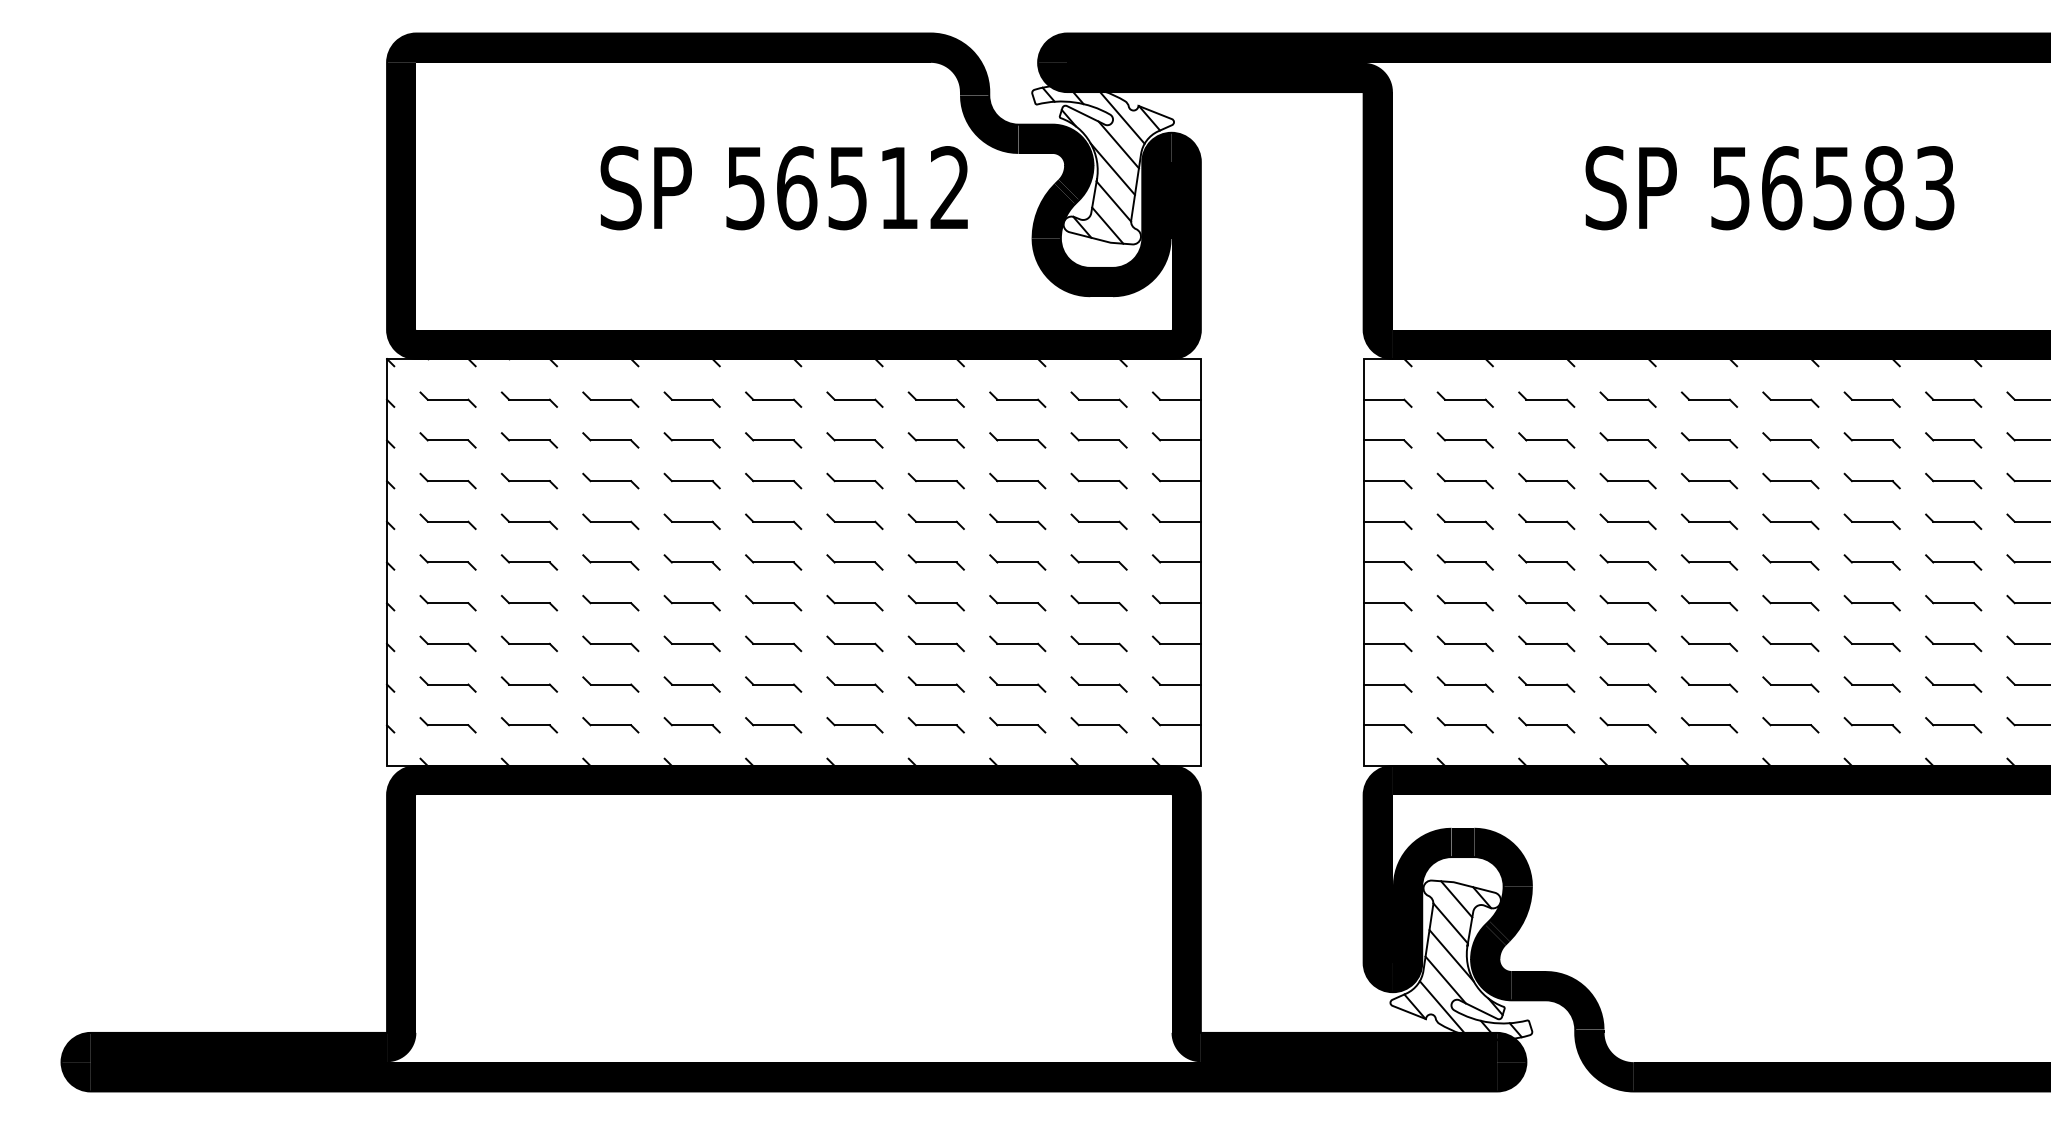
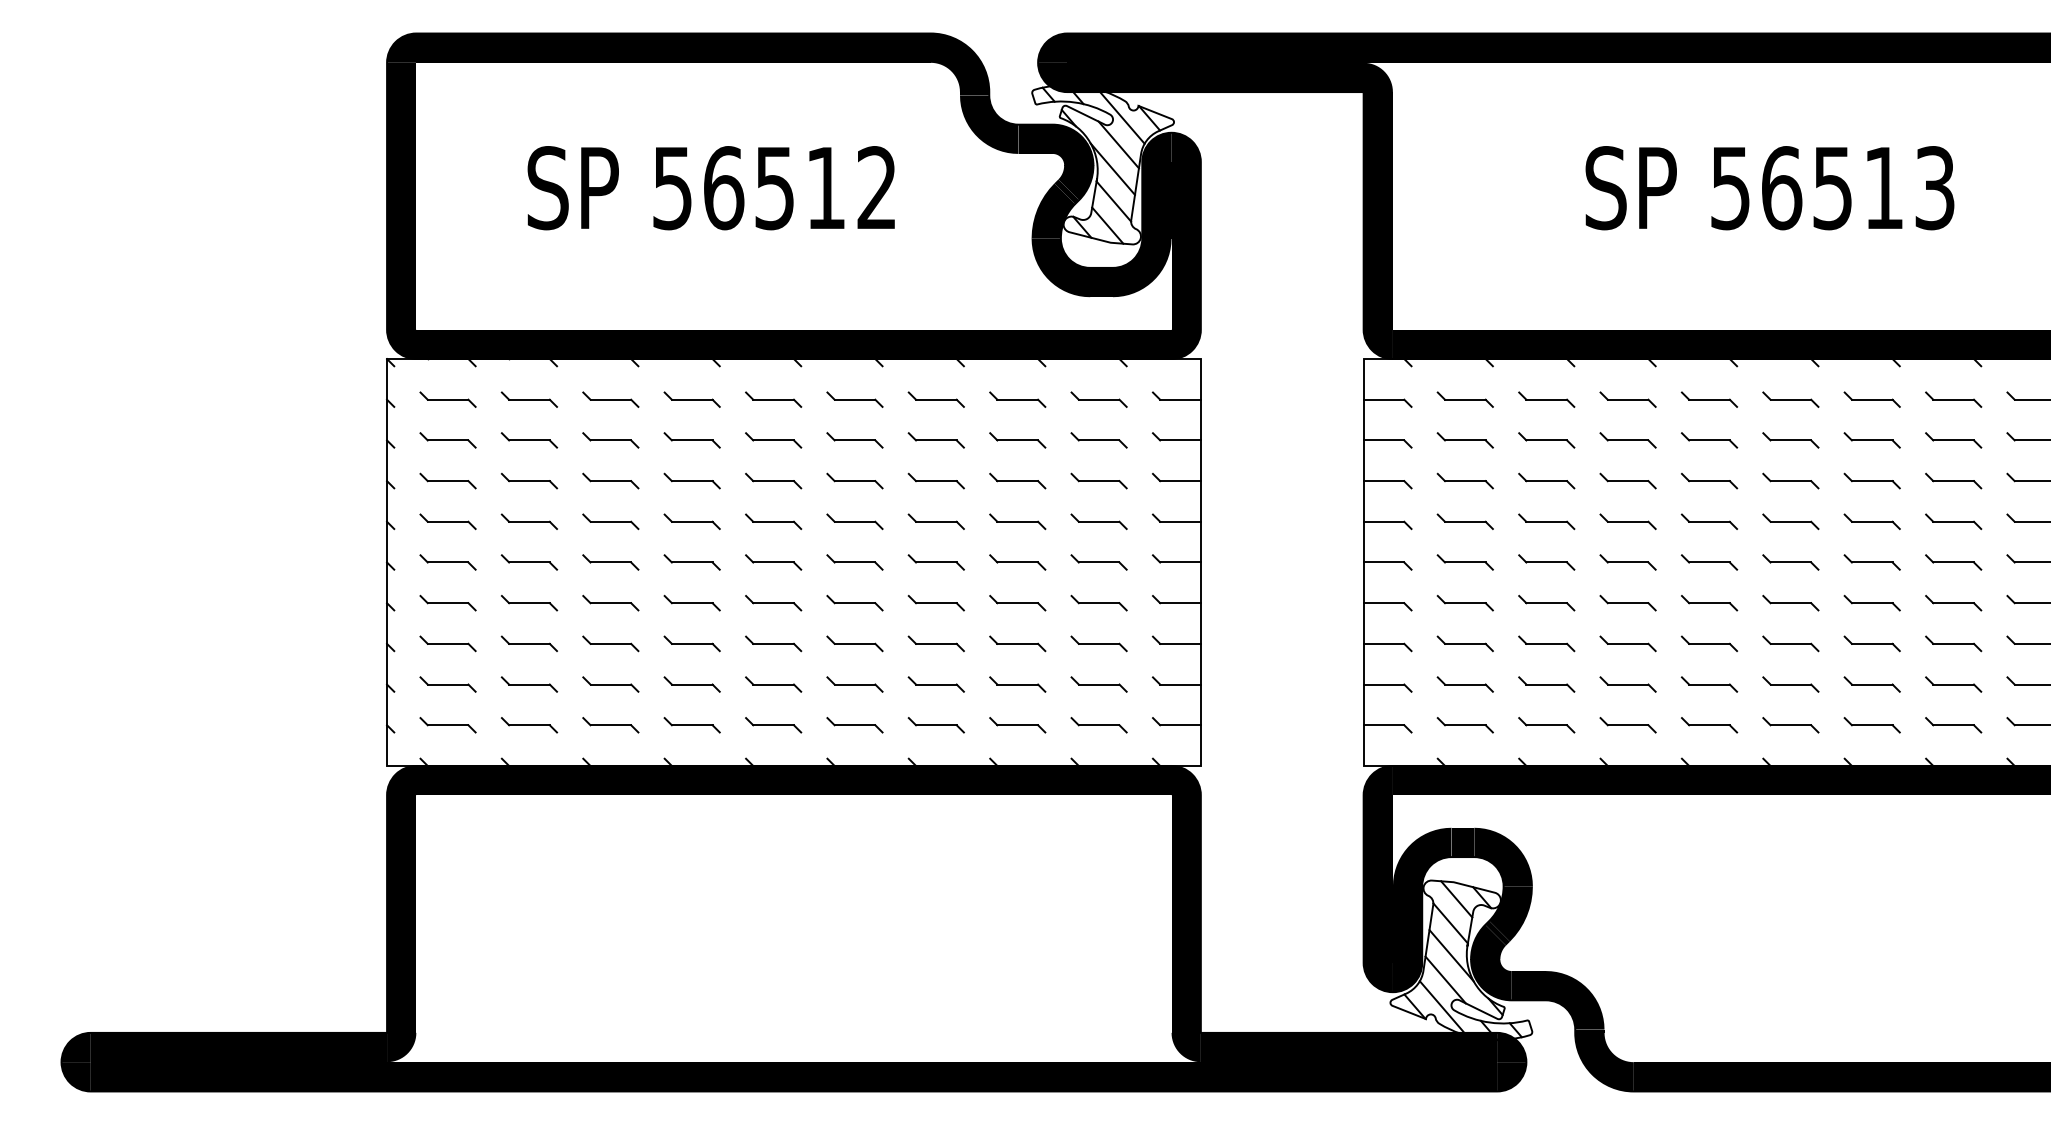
text at (783, 188) position: (783, 188) -> (710, 188)
text at (1884, 188): 56583 -> 56513
